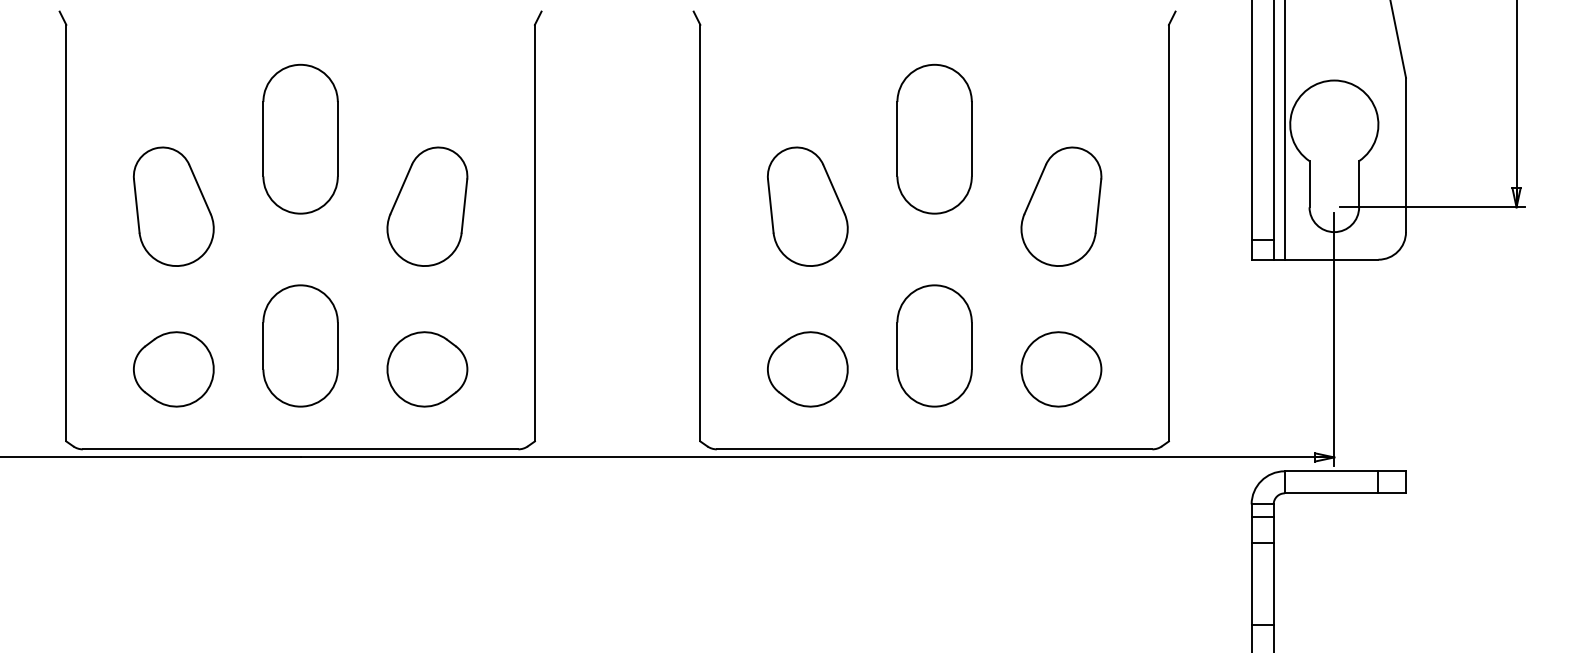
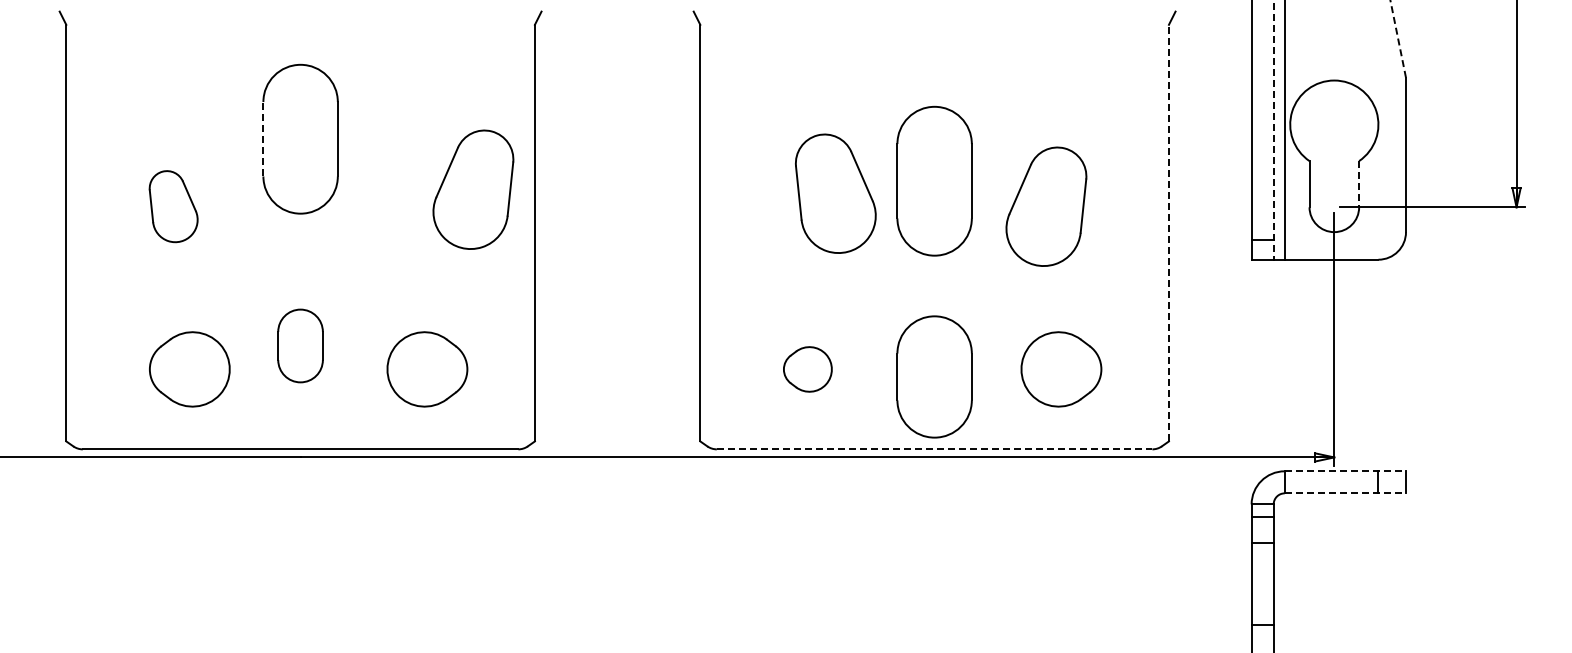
line at (1398, 38): solid -> dashed
line at (1273, 130): solid -> dashed
line at (263, 138): solid -> dashed
part at (934, 138) position: (934, 138) -> (934, 180)
line at (1359, 184): solid -> dashed
part at (173, 206) size: 83x121 px -> 51x74 px
part at (427, 206) position: (427, 206) -> (473, 189)
part at (807, 206) position: (807, 206) -> (835, 193)
part at (1061, 206) position: (1061, 206) -> (1046, 206)
line at (1168, 232): solid -> dashed
part at (300, 345) size: 77x124 px -> 47x76 px
part at (934, 345) position: (934, 345) -> (934, 376)
part at (173, 369) position: (173, 369) -> (189, 369)
part at (807, 369) size: 82x77 px -> 50x47 px
line at (934, 449): solid -> dashed
line at (1345, 471): solid -> dashed
line at (1345, 493): solid -> dashed
